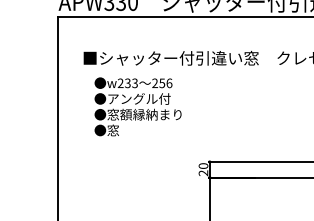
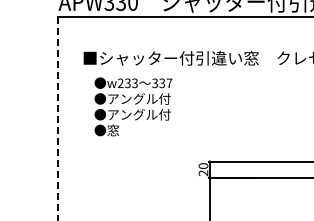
text at (162, 83): 256 -> 337
text at (144, 114): ●窓額縁納まり -> ●アングル付
line at (58, 119): solid -> dashed
